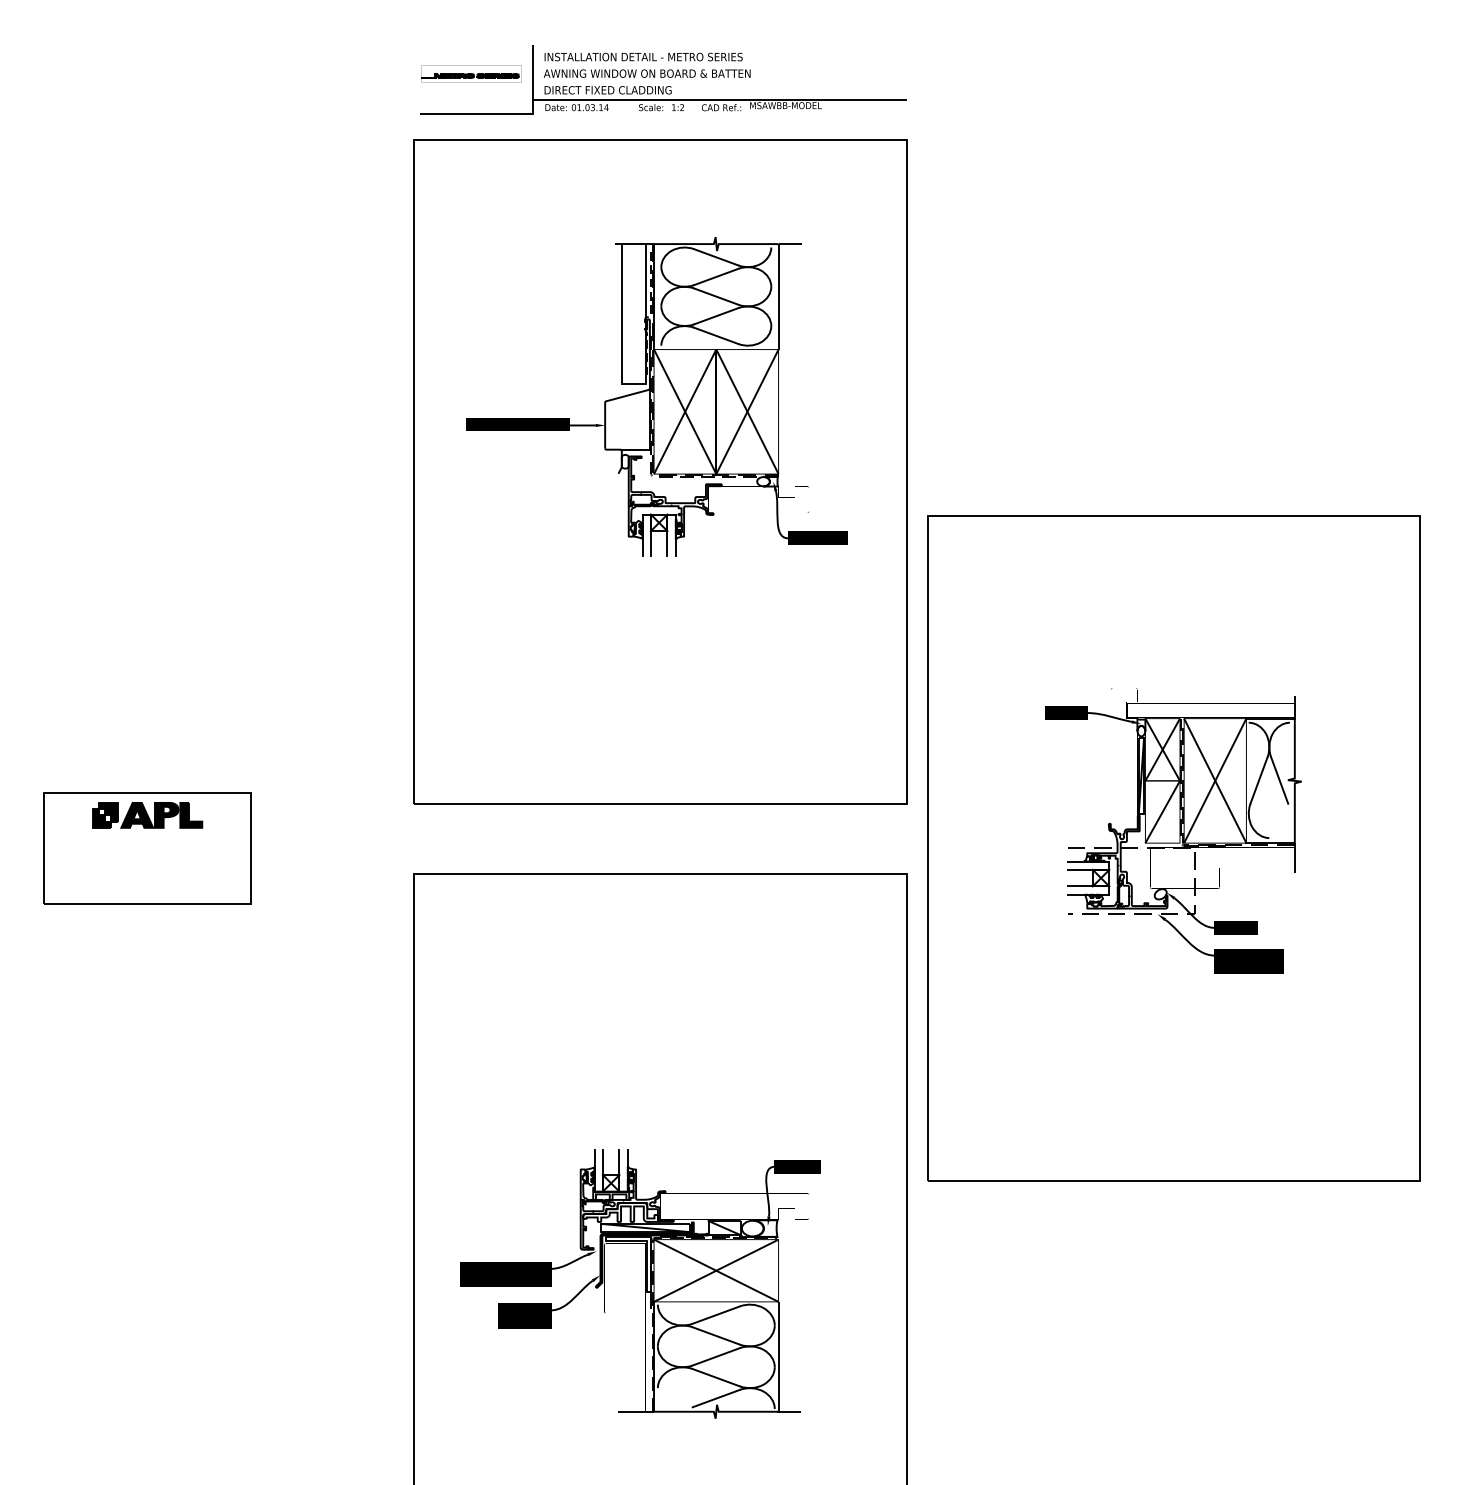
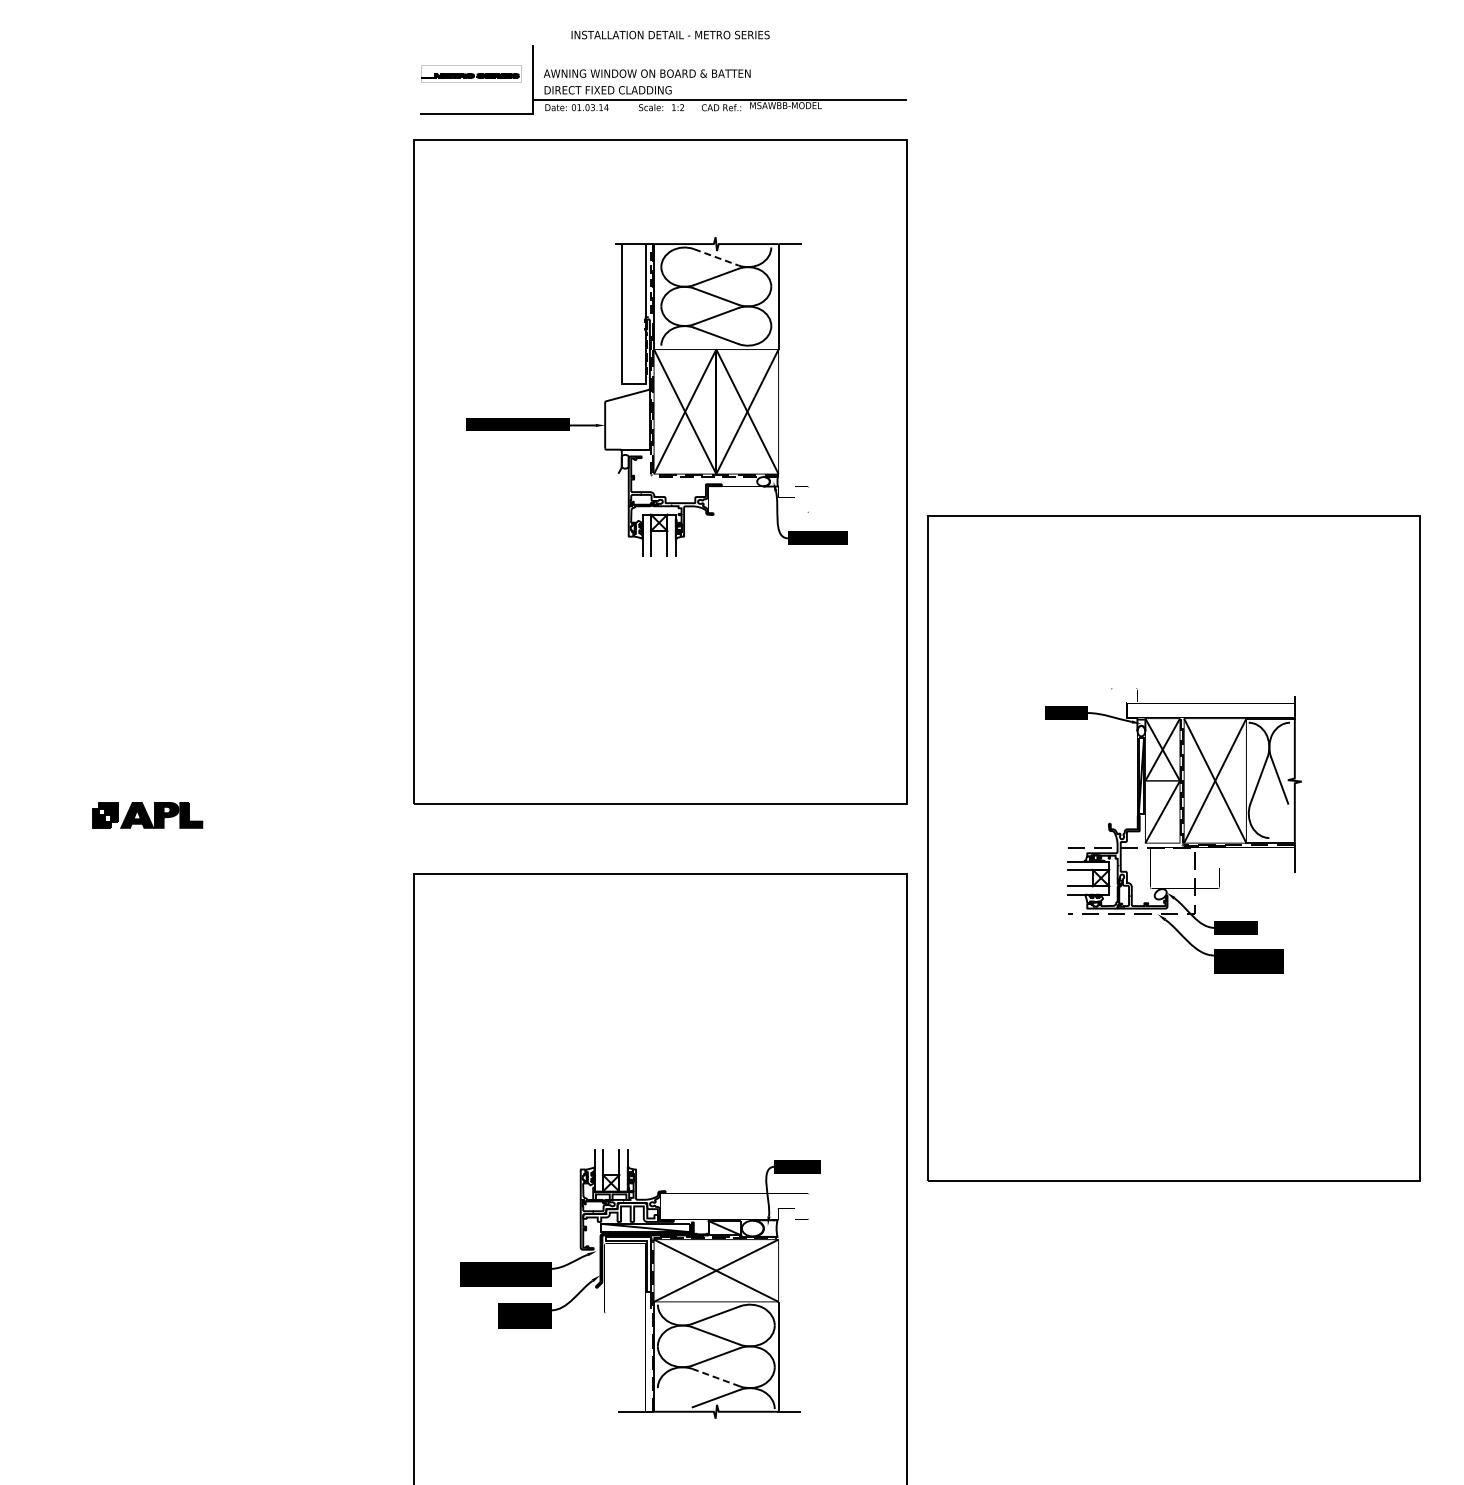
text at (643, 56) position: (643, 56) -> (670, 34)
line at (716, 257): solid -> dashed
part at (147, 848): present -> none
line at (715, 1377): solid -> dashed
